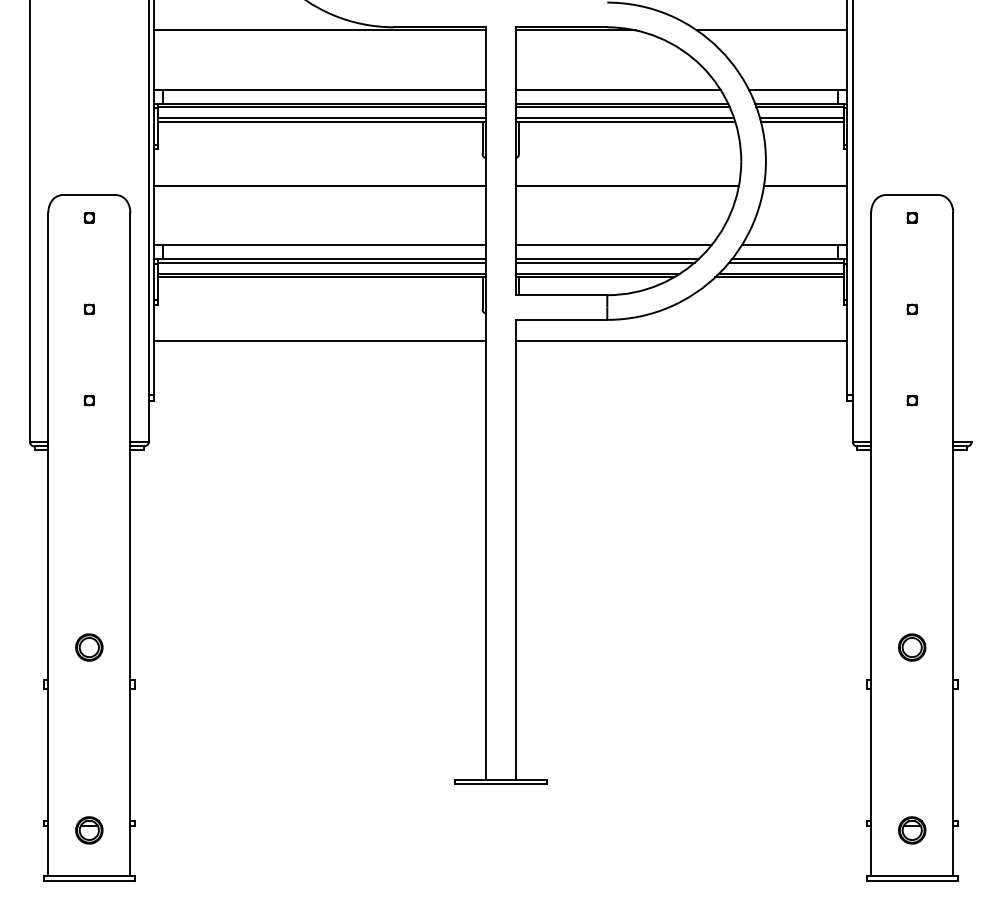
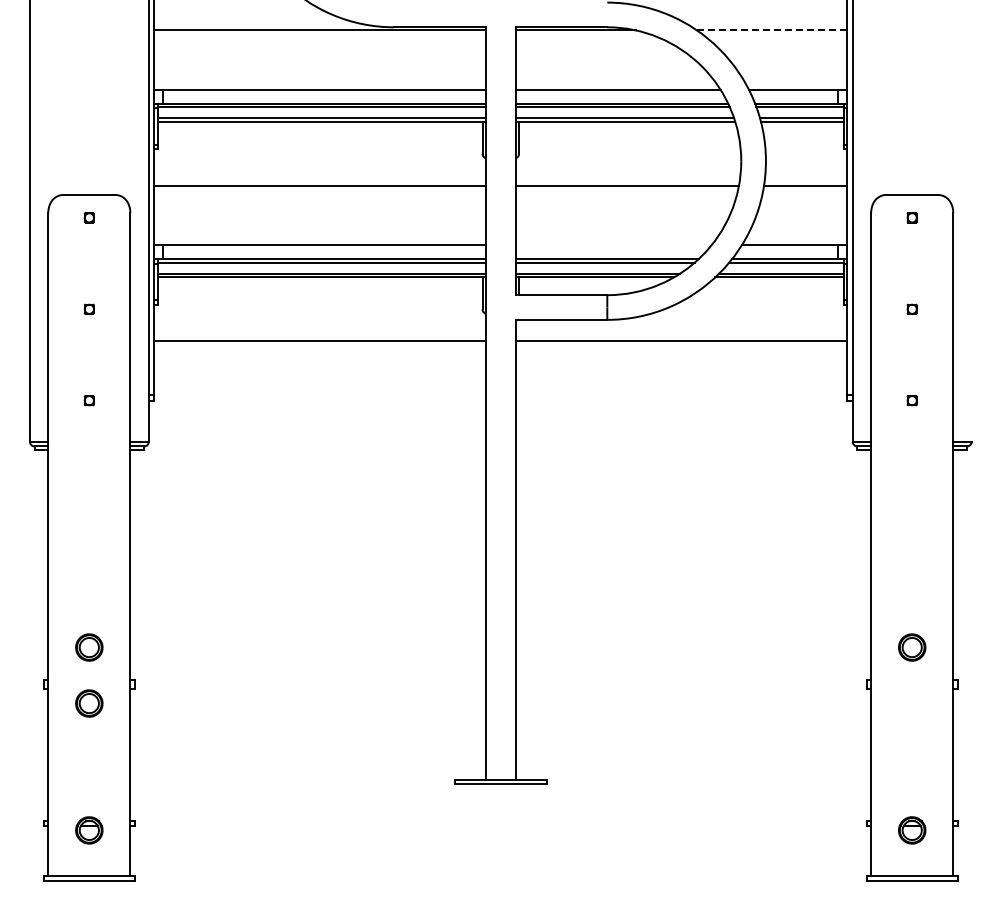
line at (771, 30): solid -> dashed
line at (613, 245): present -> none
part at (89, 703): none -> present
